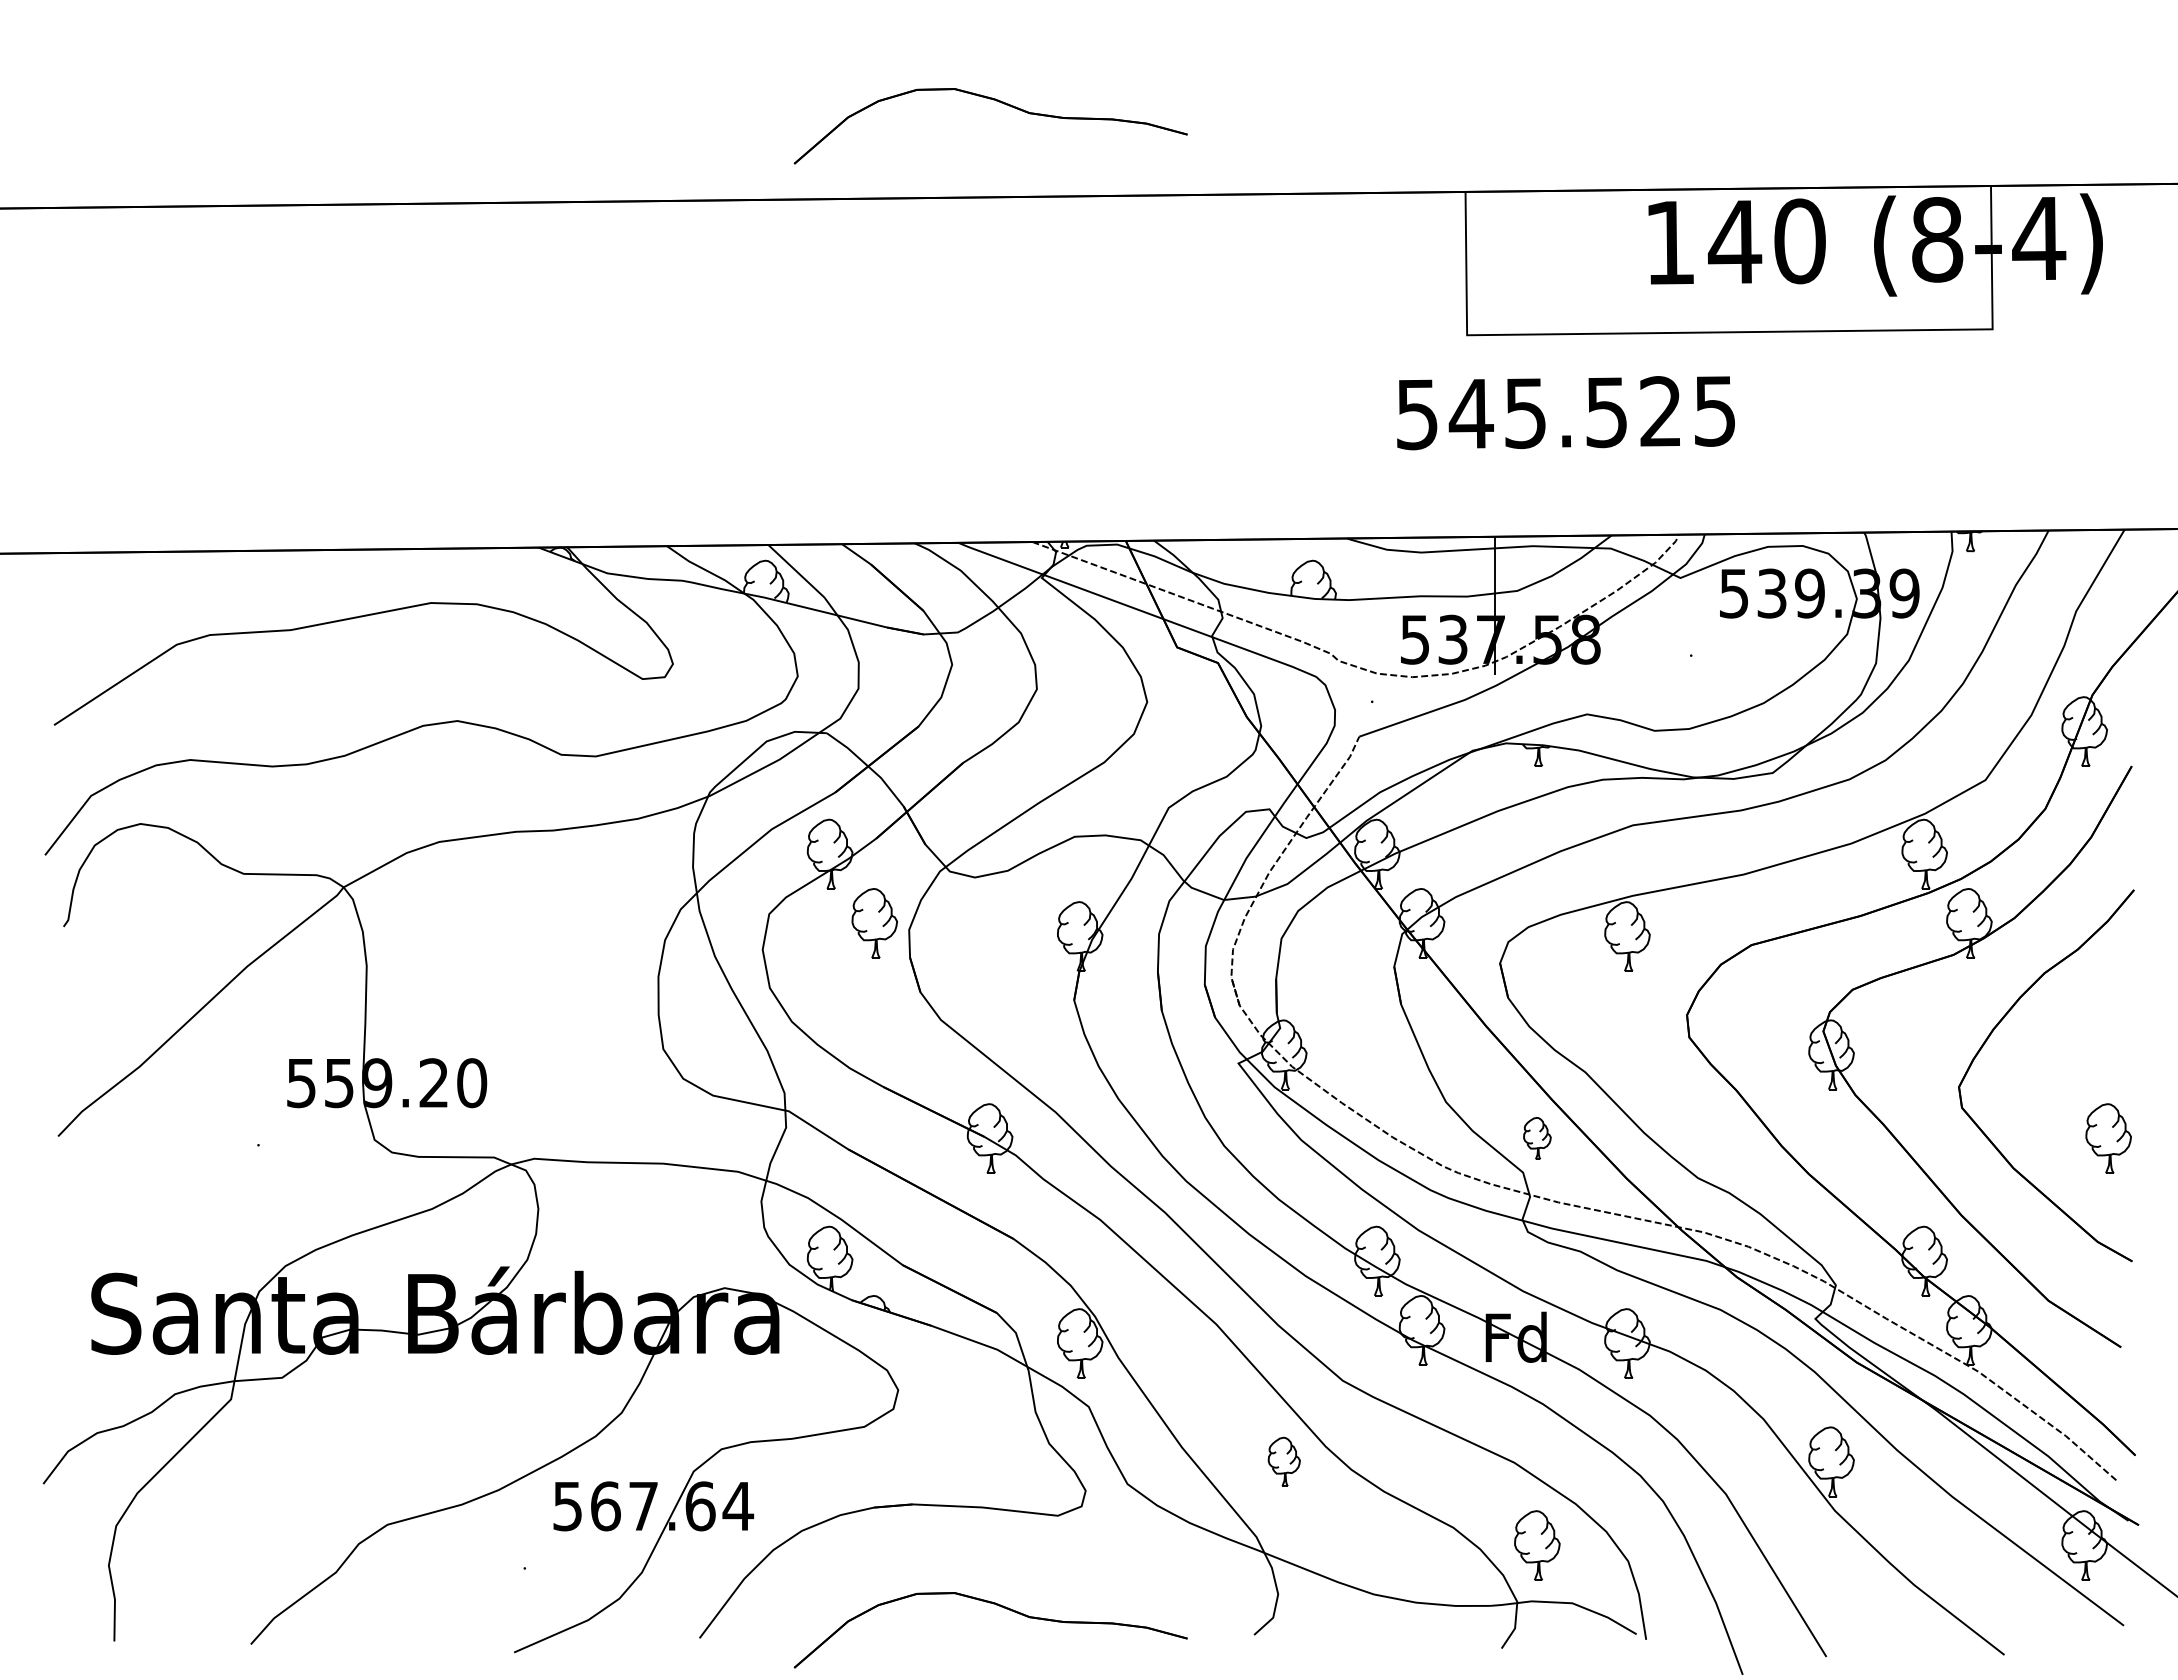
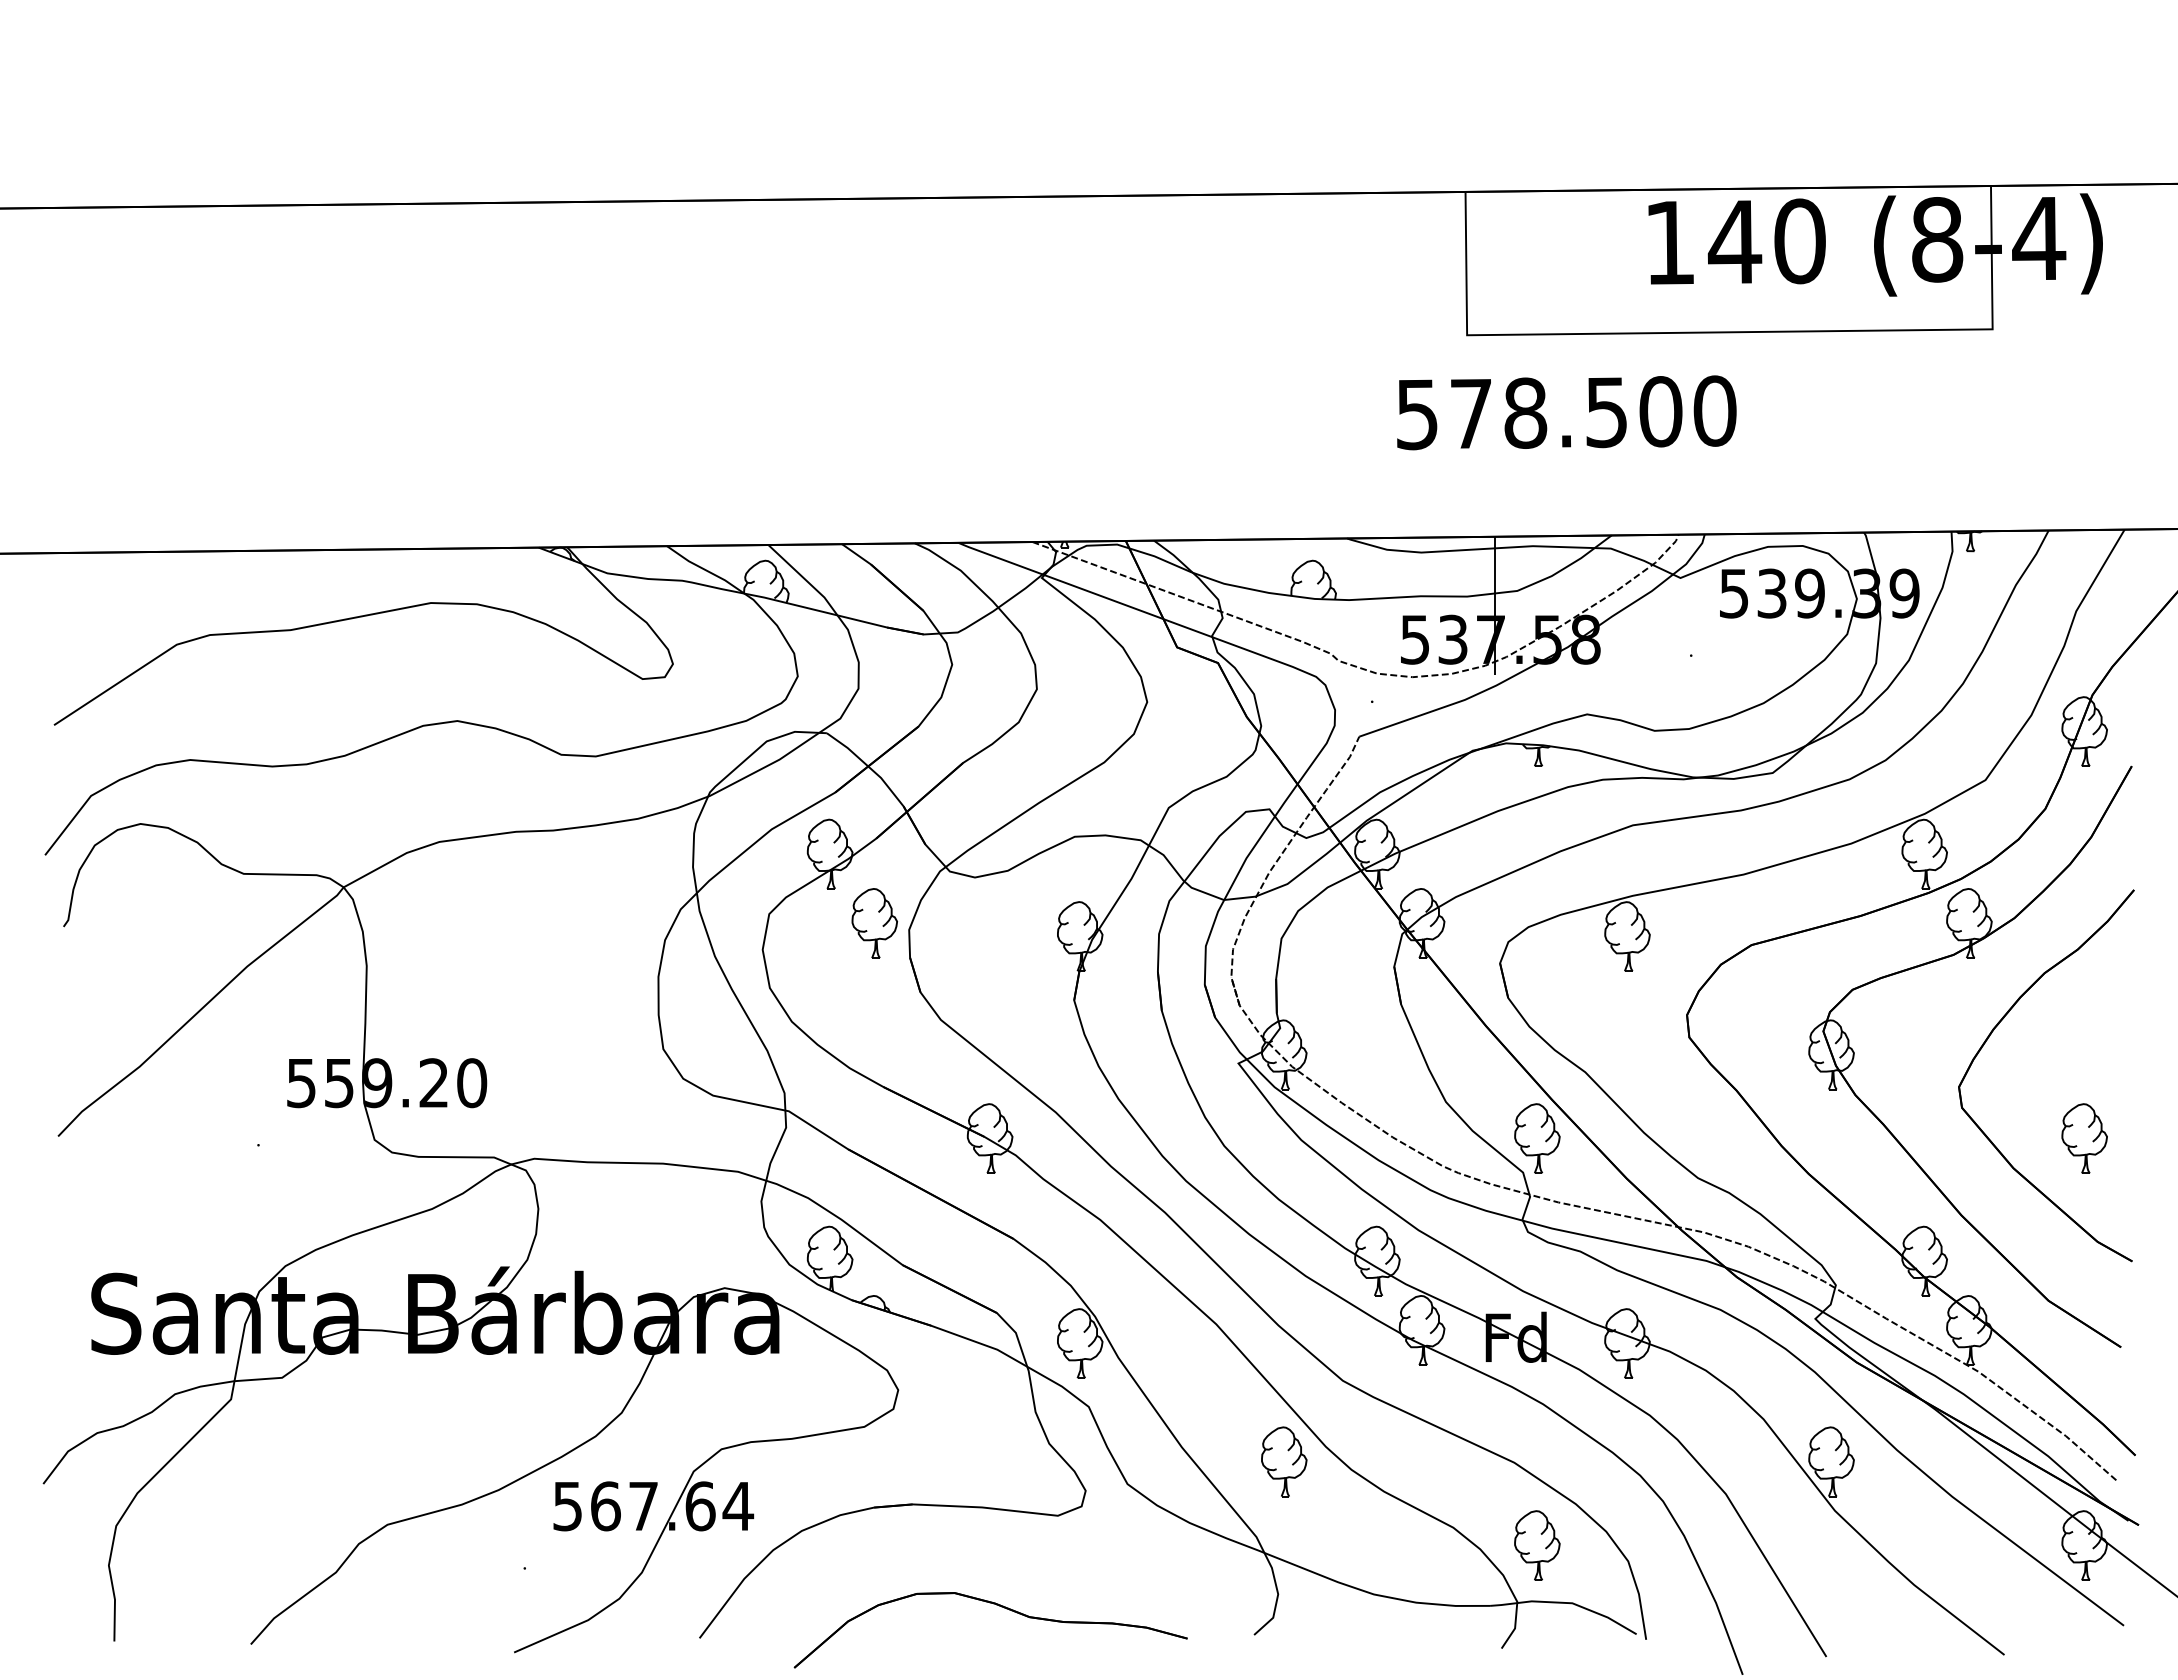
part at (1001, 103): present -> none
text at (1592, 412): 545.525 -> 578.500
part at (1537, 1138) size: 29x43 px -> 47x71 px
part at (2108, 1138) position: (2108, 1138) -> (2084, 1138)
part at (1283, 1461) size: 34x51 px -> 47x72 px
